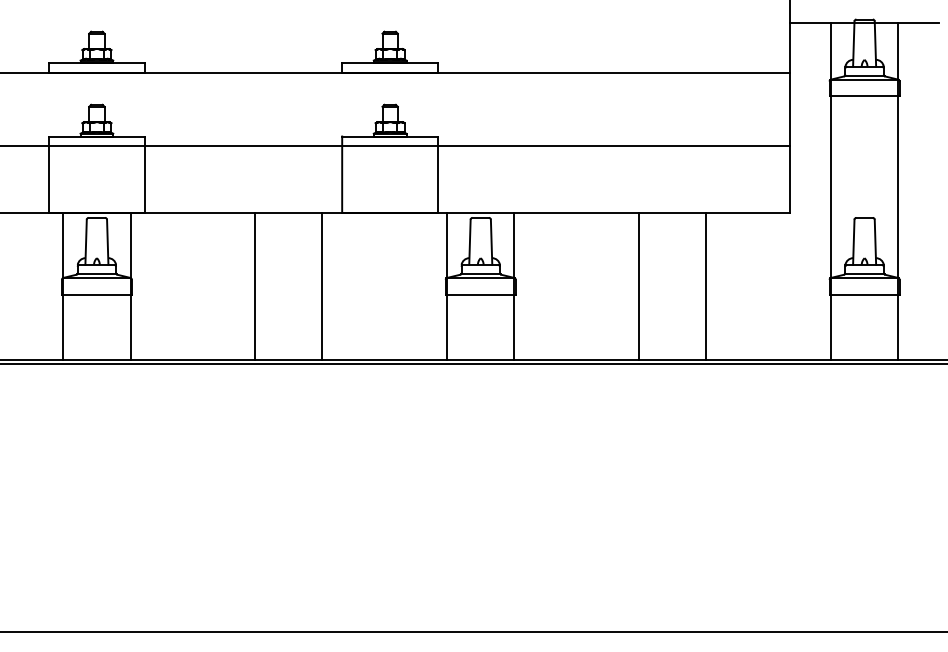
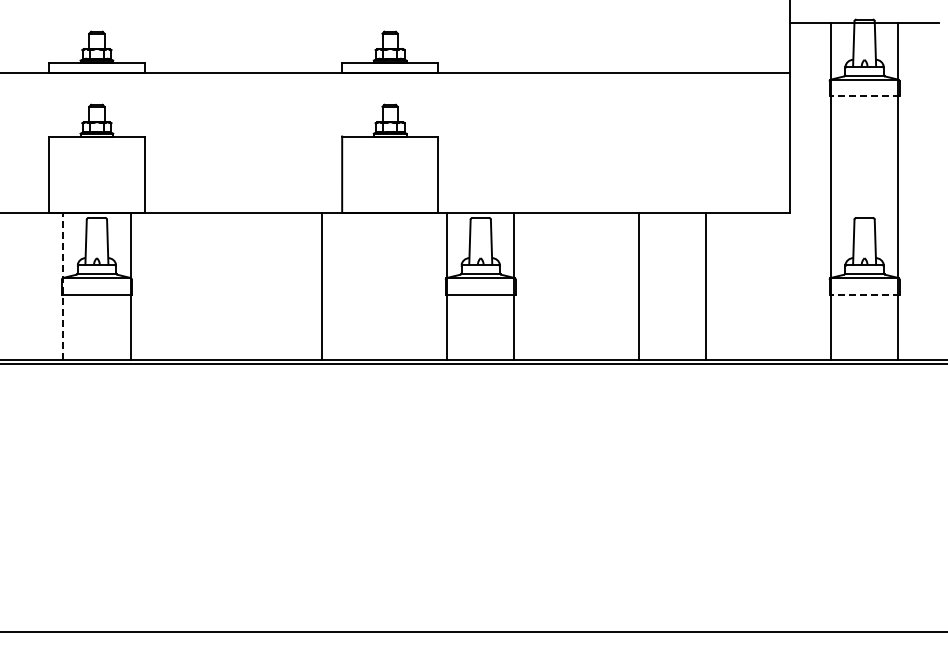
line at (864, 96): solid -> dashed
line at (395, 145): present -> none
line at (63, 286): solid -> dashed
line at (255, 286): present -> none
line at (864, 294): solid -> dashed
